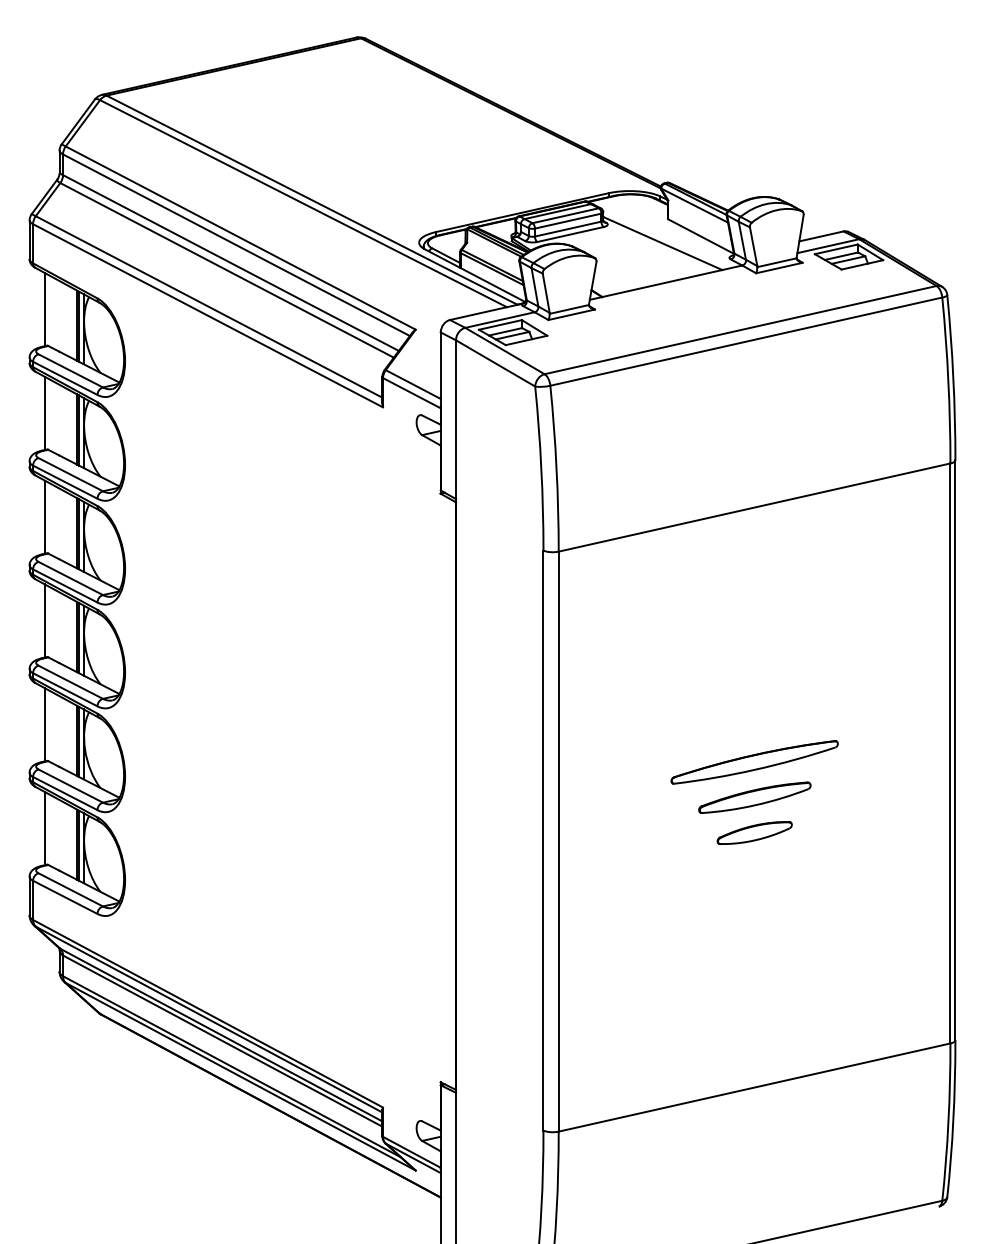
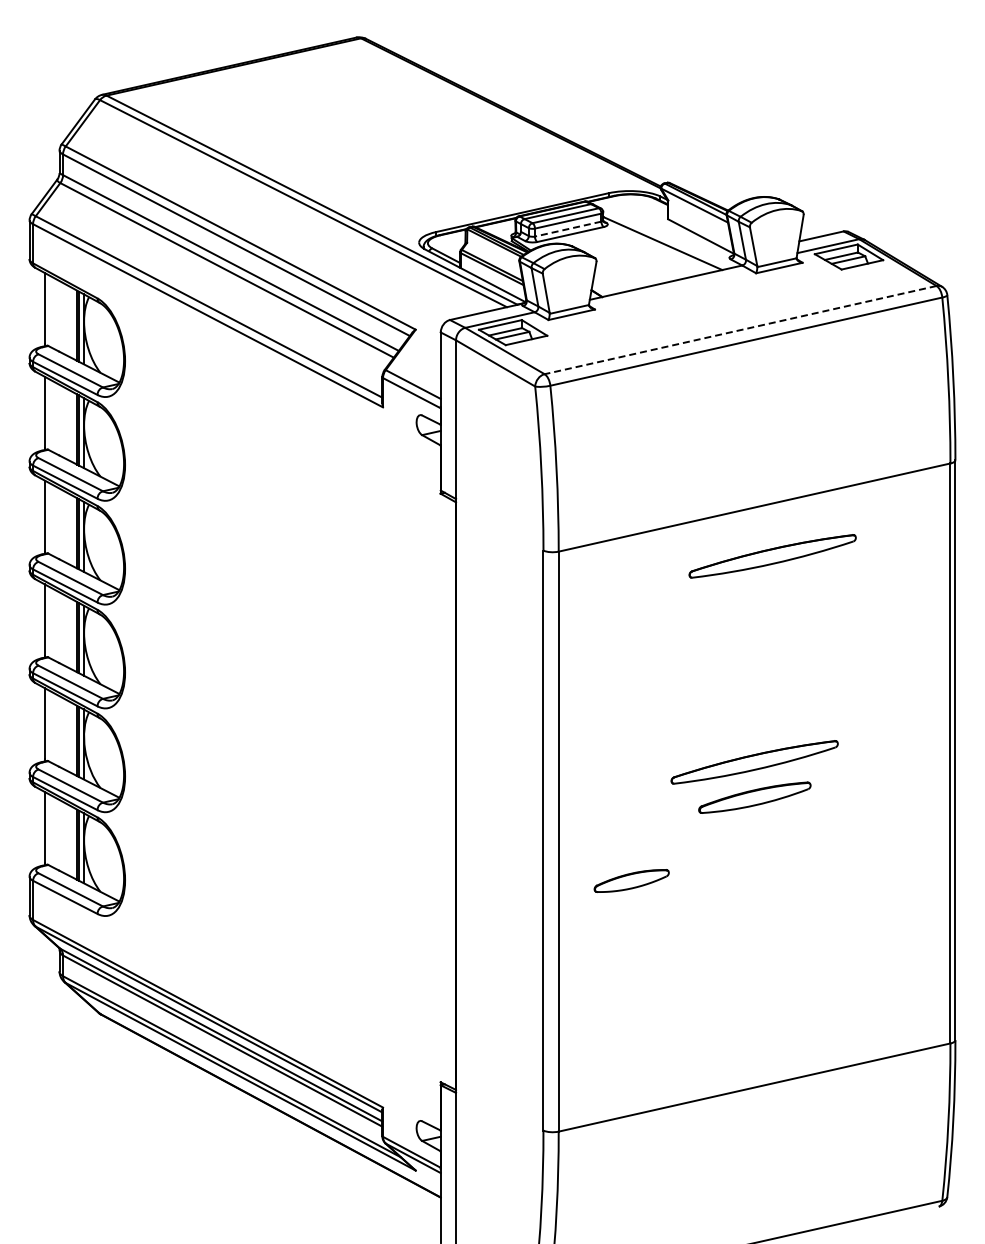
line at (567, 229): solid -> dashed
line at (740, 330): solid -> dashed
part at (772, 556): none -> present
part at (754, 832) position: (754, 832) -> (631, 880)
